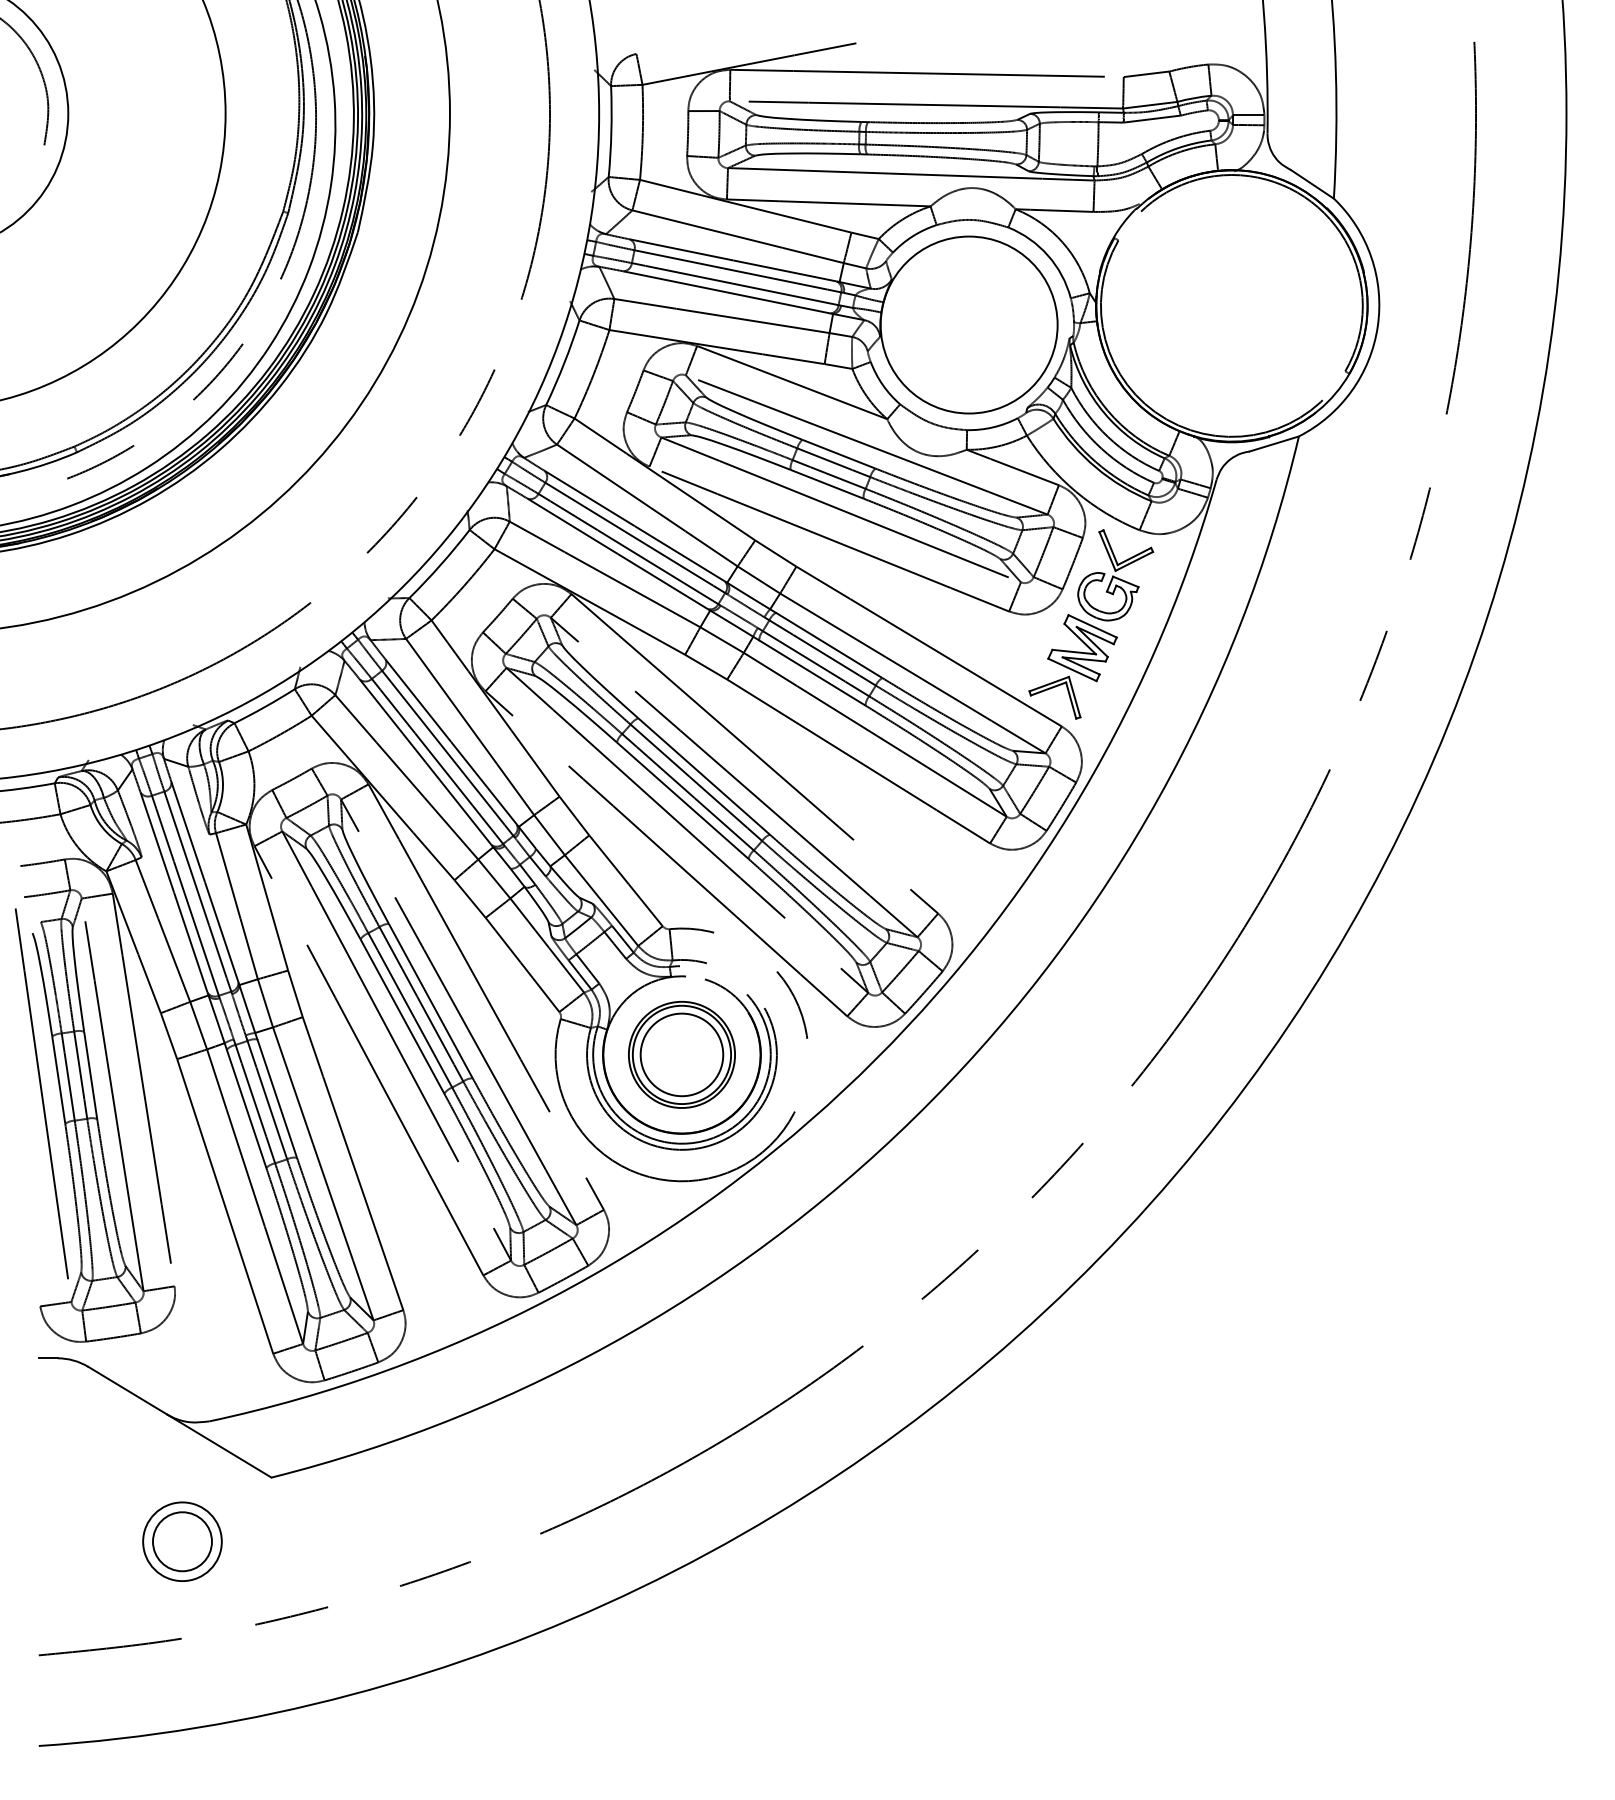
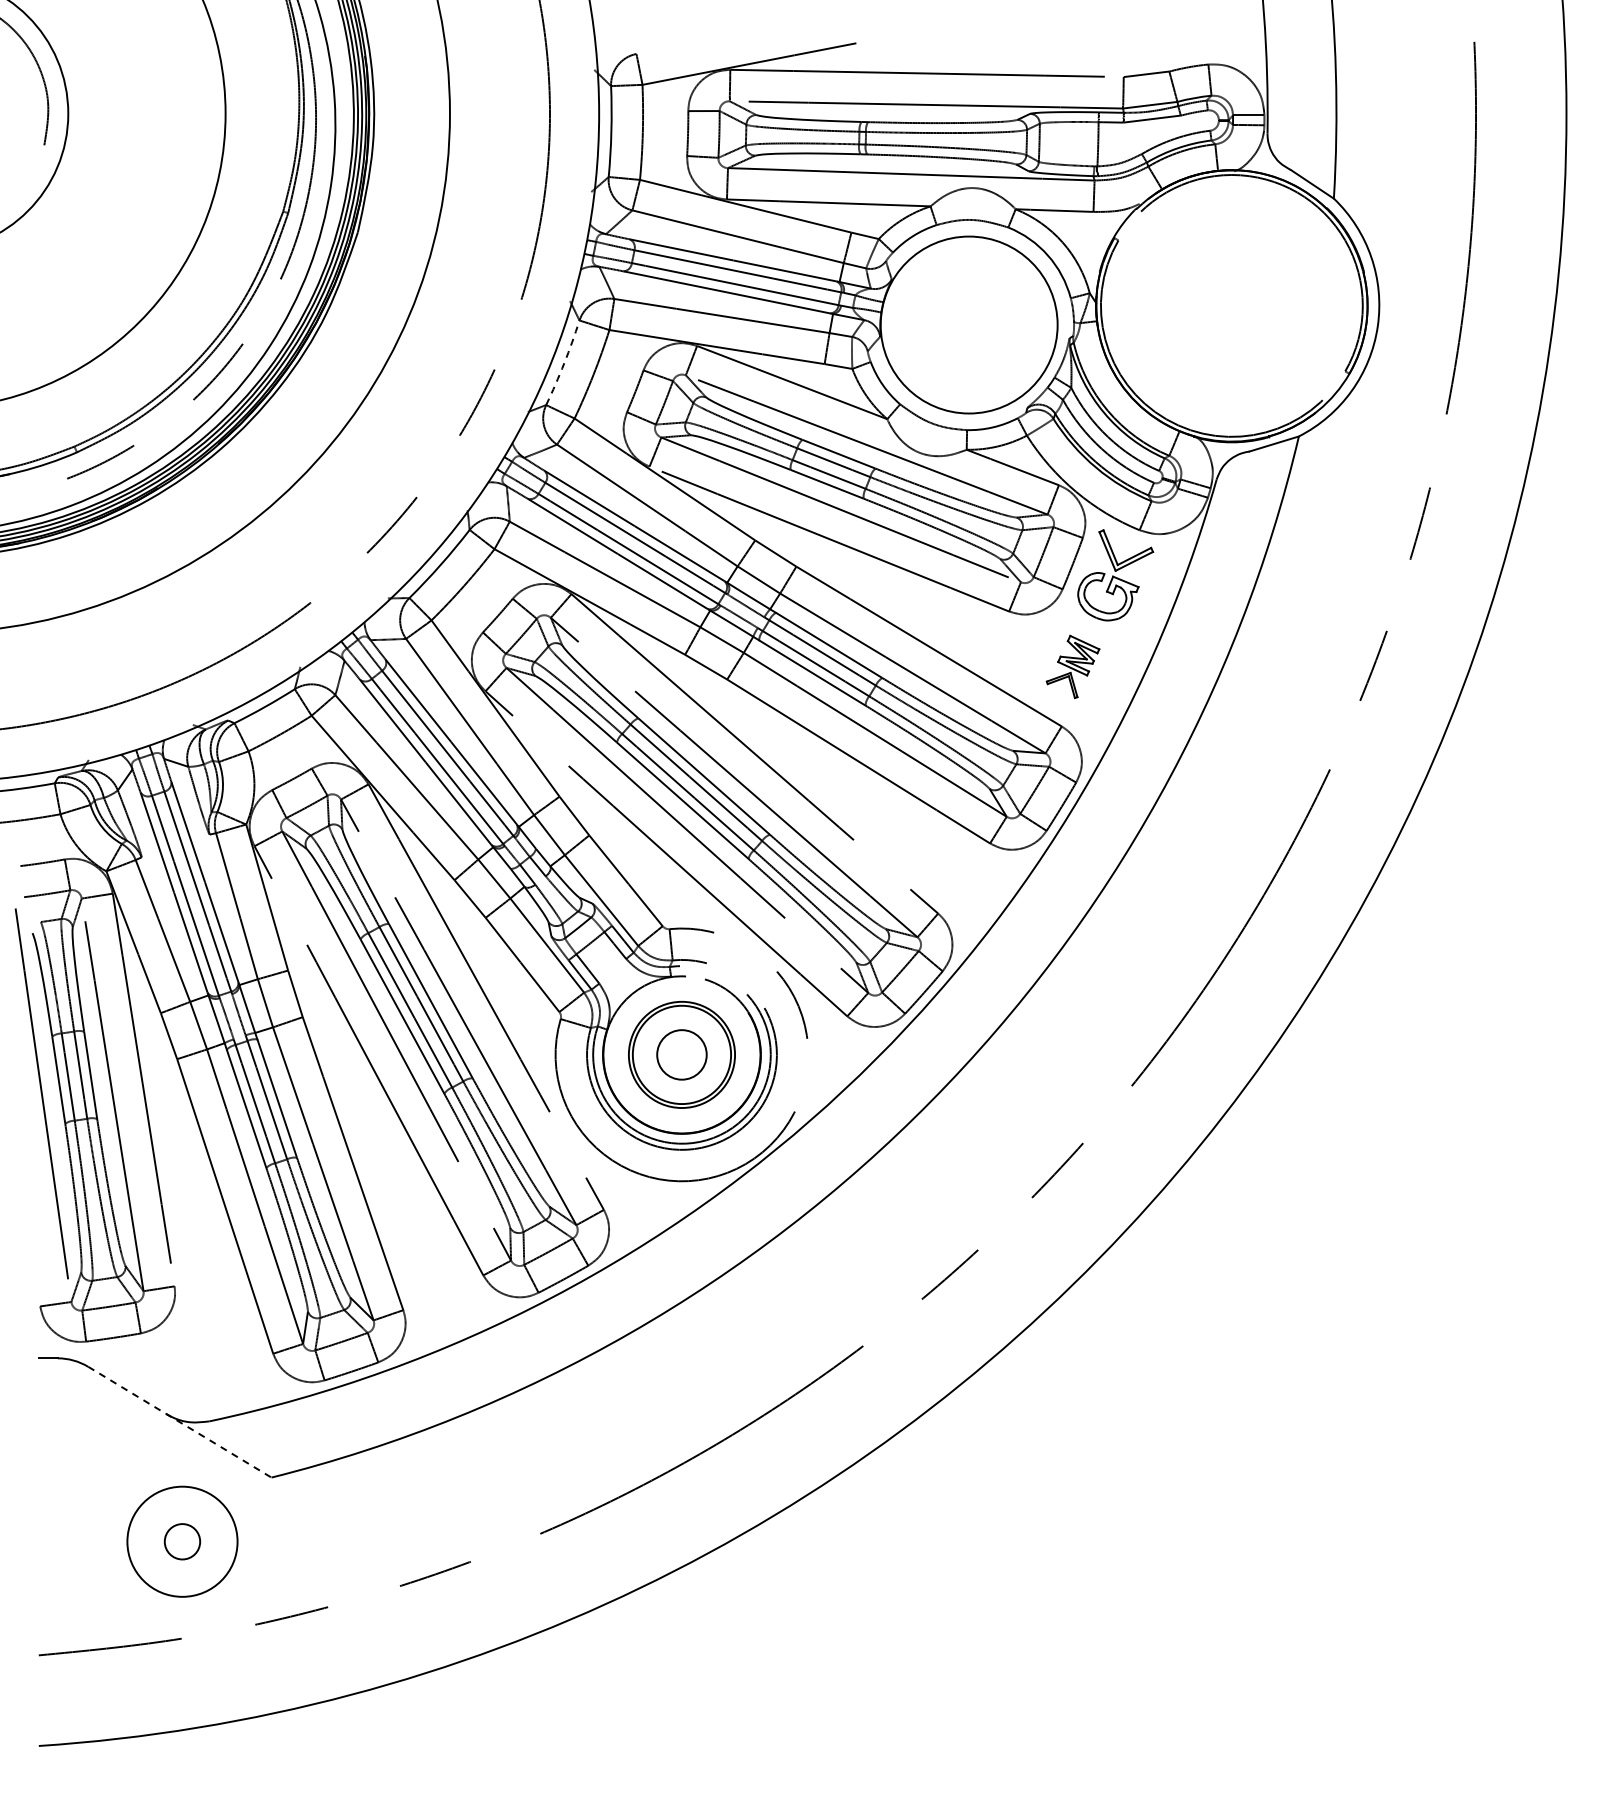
arc at (564, 363): solid -> dashed
part at (1072, 666) size: 90x106 px -> 56x66 px
circle at (681, 1054) diameter: 83 px -> 50 px
line at (180, 1422): solid -> dashed
circle at (182, 1541) diameter: 59 px -> 35 px
circle at (182, 1541) diameter: 79 px -> 110 px
